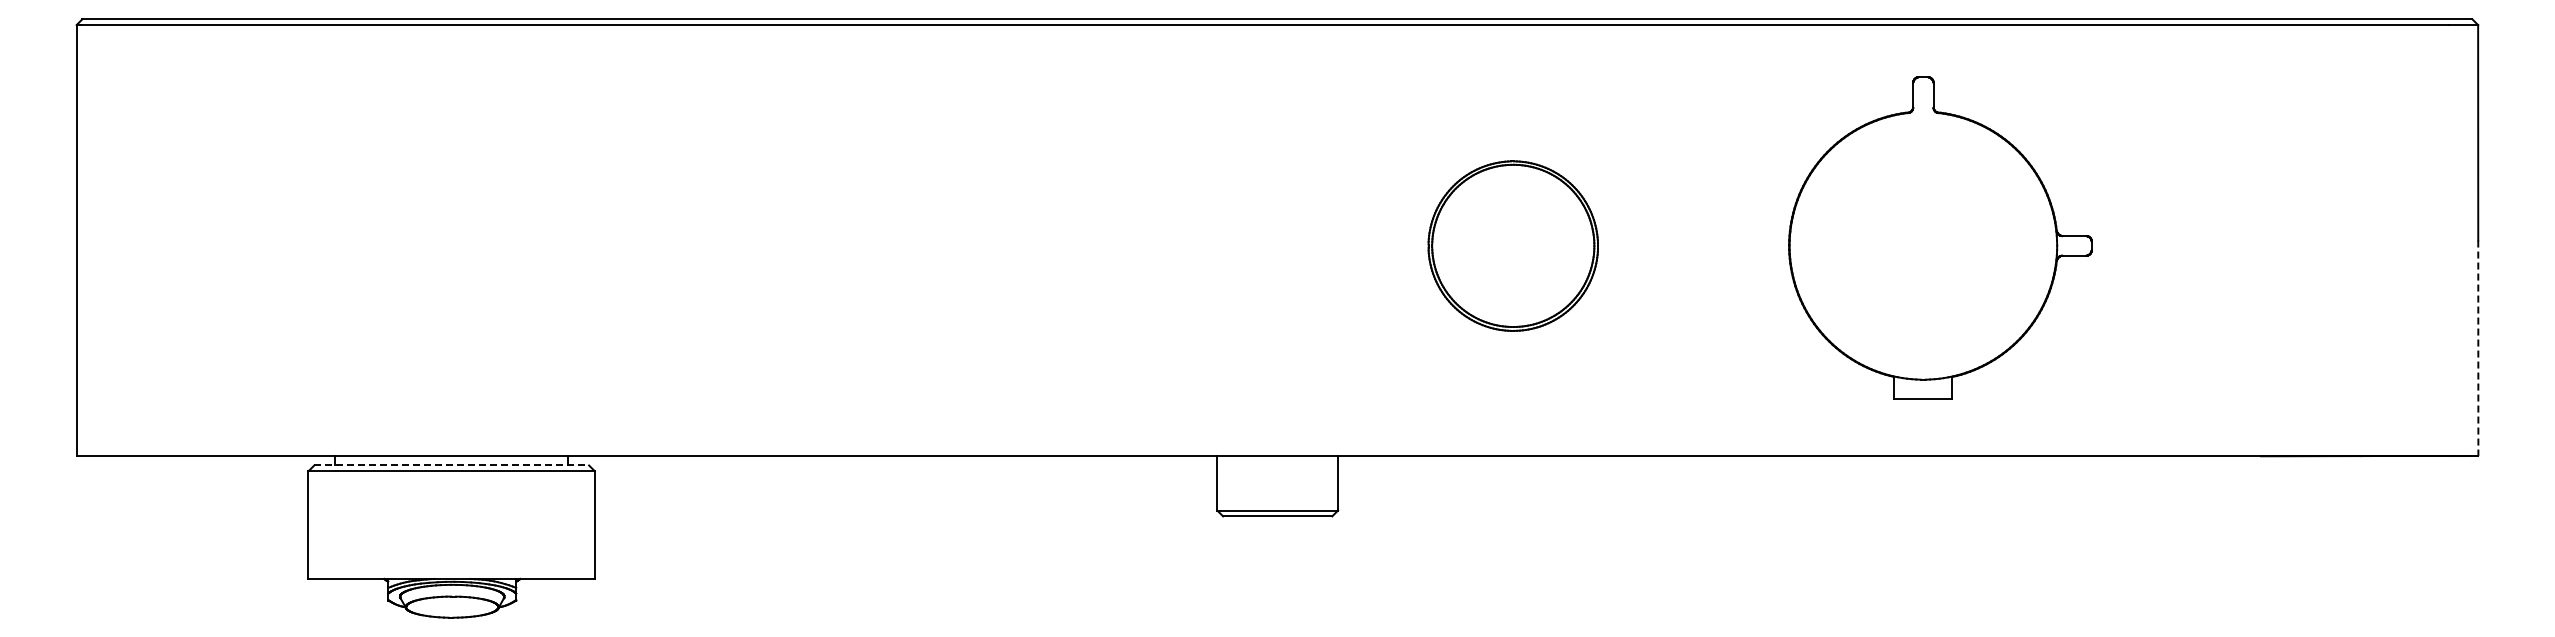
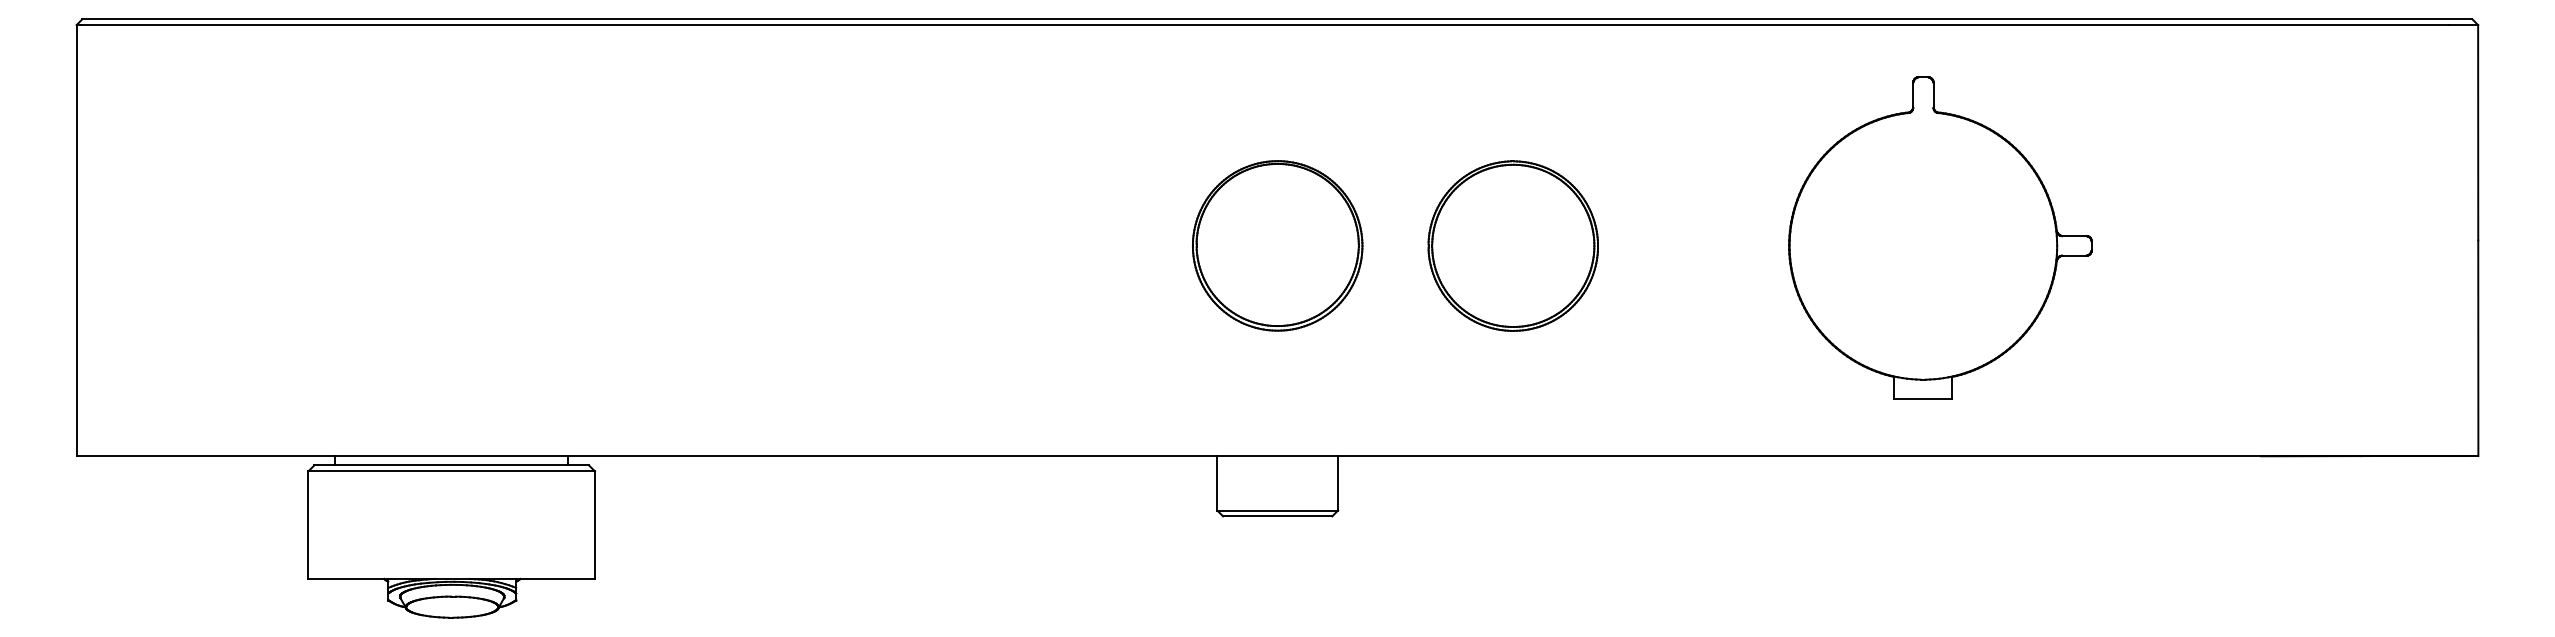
part at (1277, 245): none -> present
line at (2478, 348): dashed -> solid
line at (452, 465): dashed -> solid
